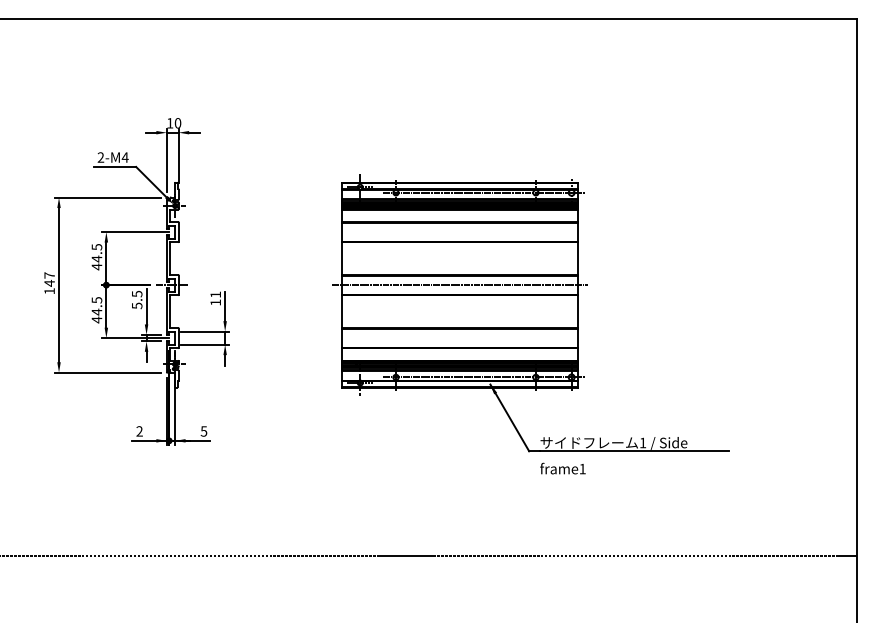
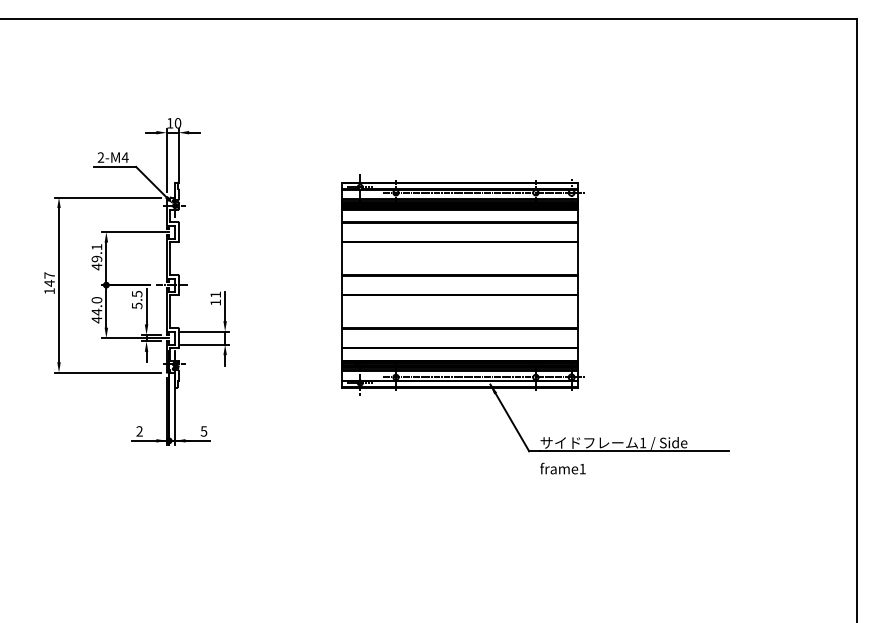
text at (96, 253): 44.5 -> 49.1
line at (460, 285): present -> none
text at (96, 300): 44.5 -> 44.0
line at (429, 556): present -> none
